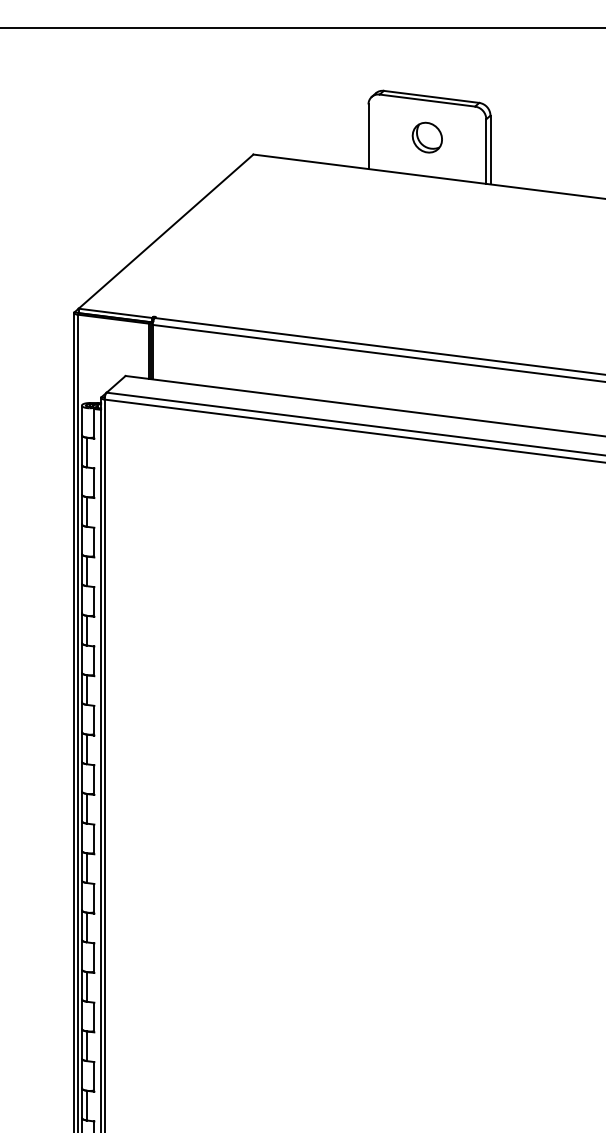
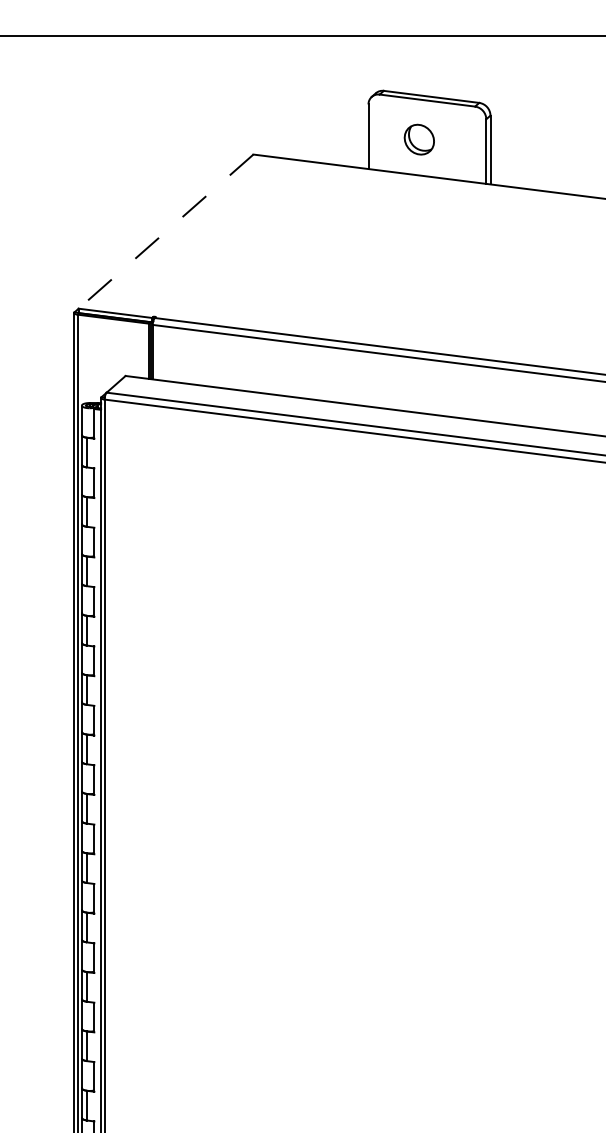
line at (302, 28) position: (302, 28) -> (302, 36)
part at (426, 137) position: (426, 137) -> (418, 139)
line at (166, 231): solid -> dashed
